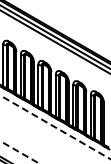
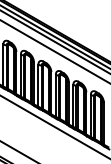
line at (54, 51): none -> present
line at (55, 127): dashed -> solid
line at (20, 152): dashed -> solid
